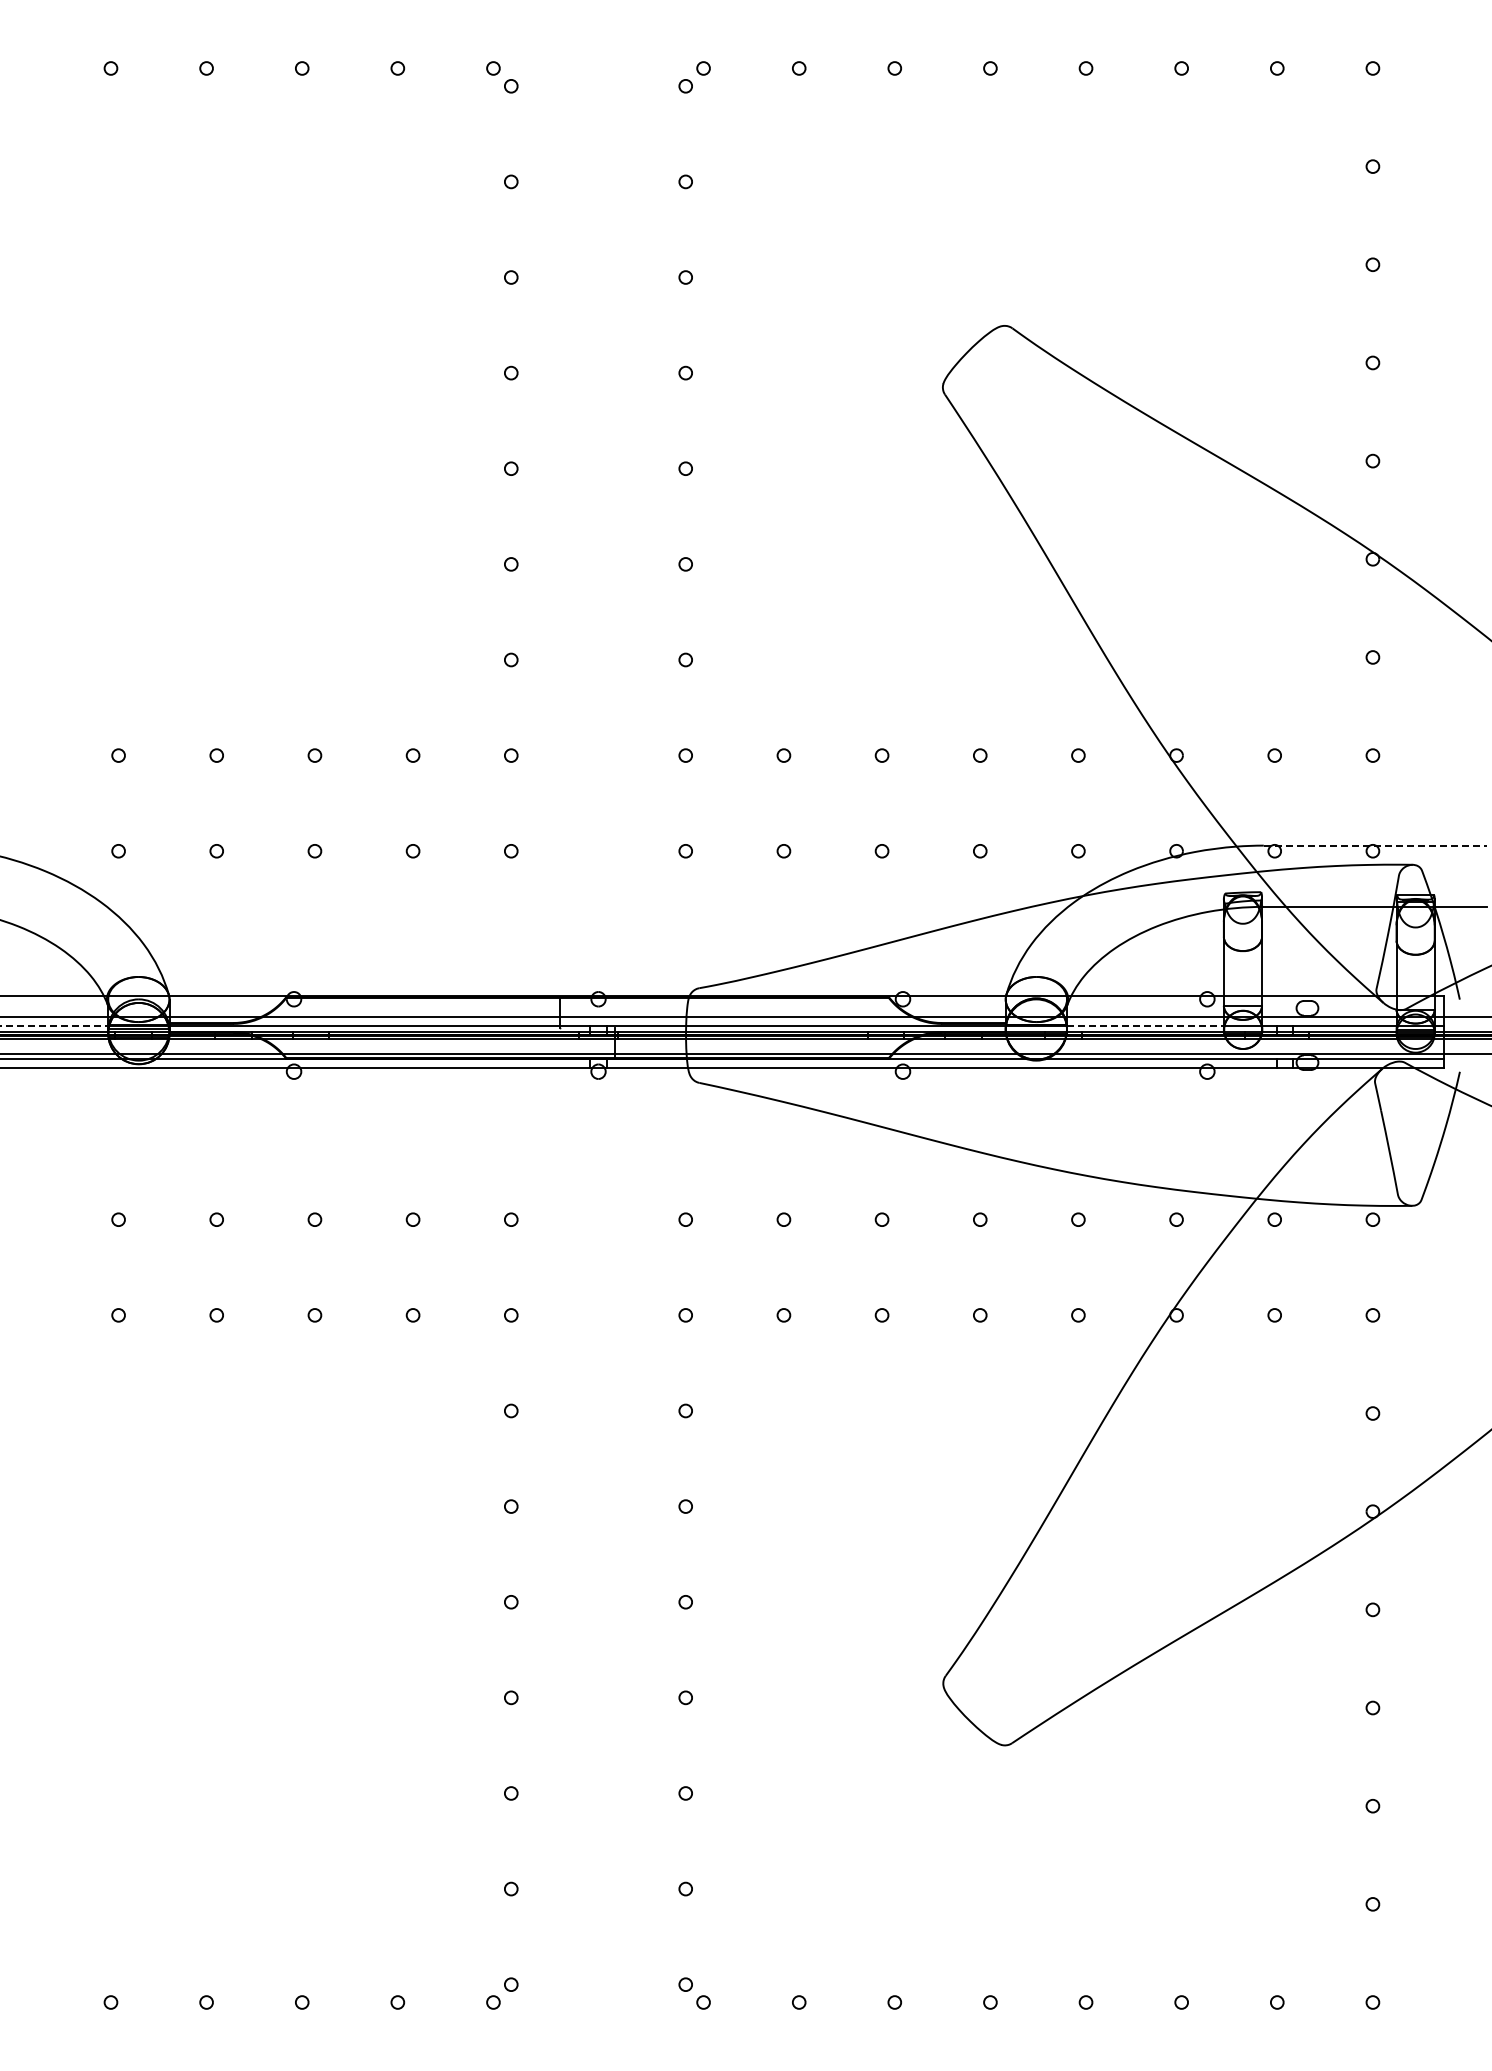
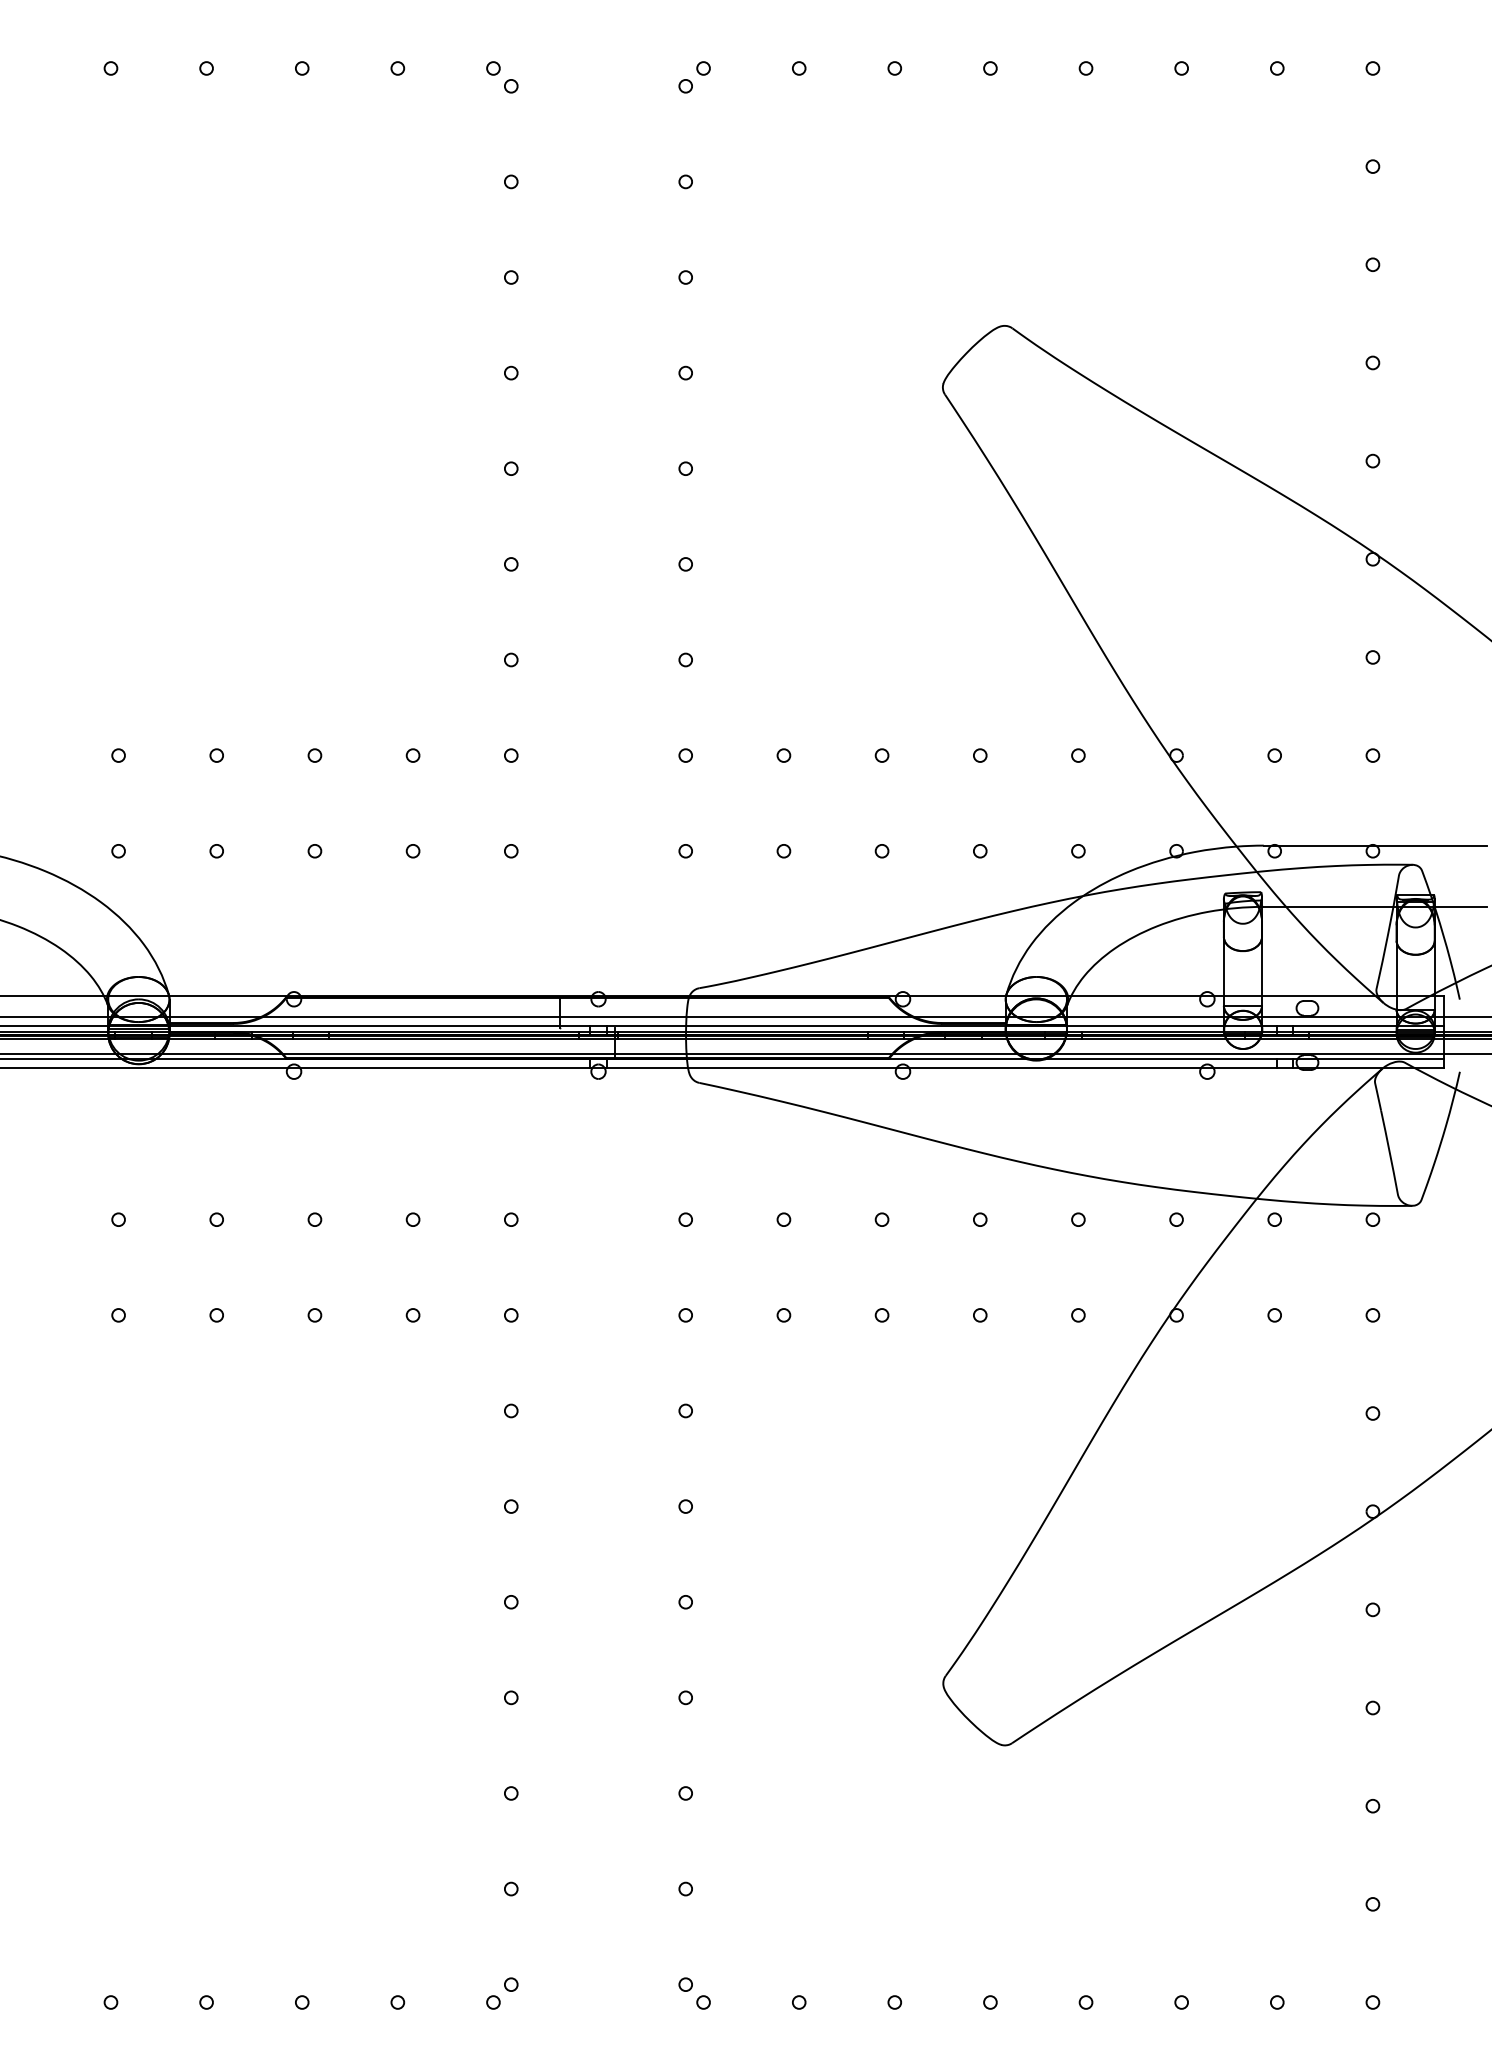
line at (1375, 845): dashed -> solid
line at (54, 1026): dashed -> solid
line at (1145, 1026): dashed -> solid
